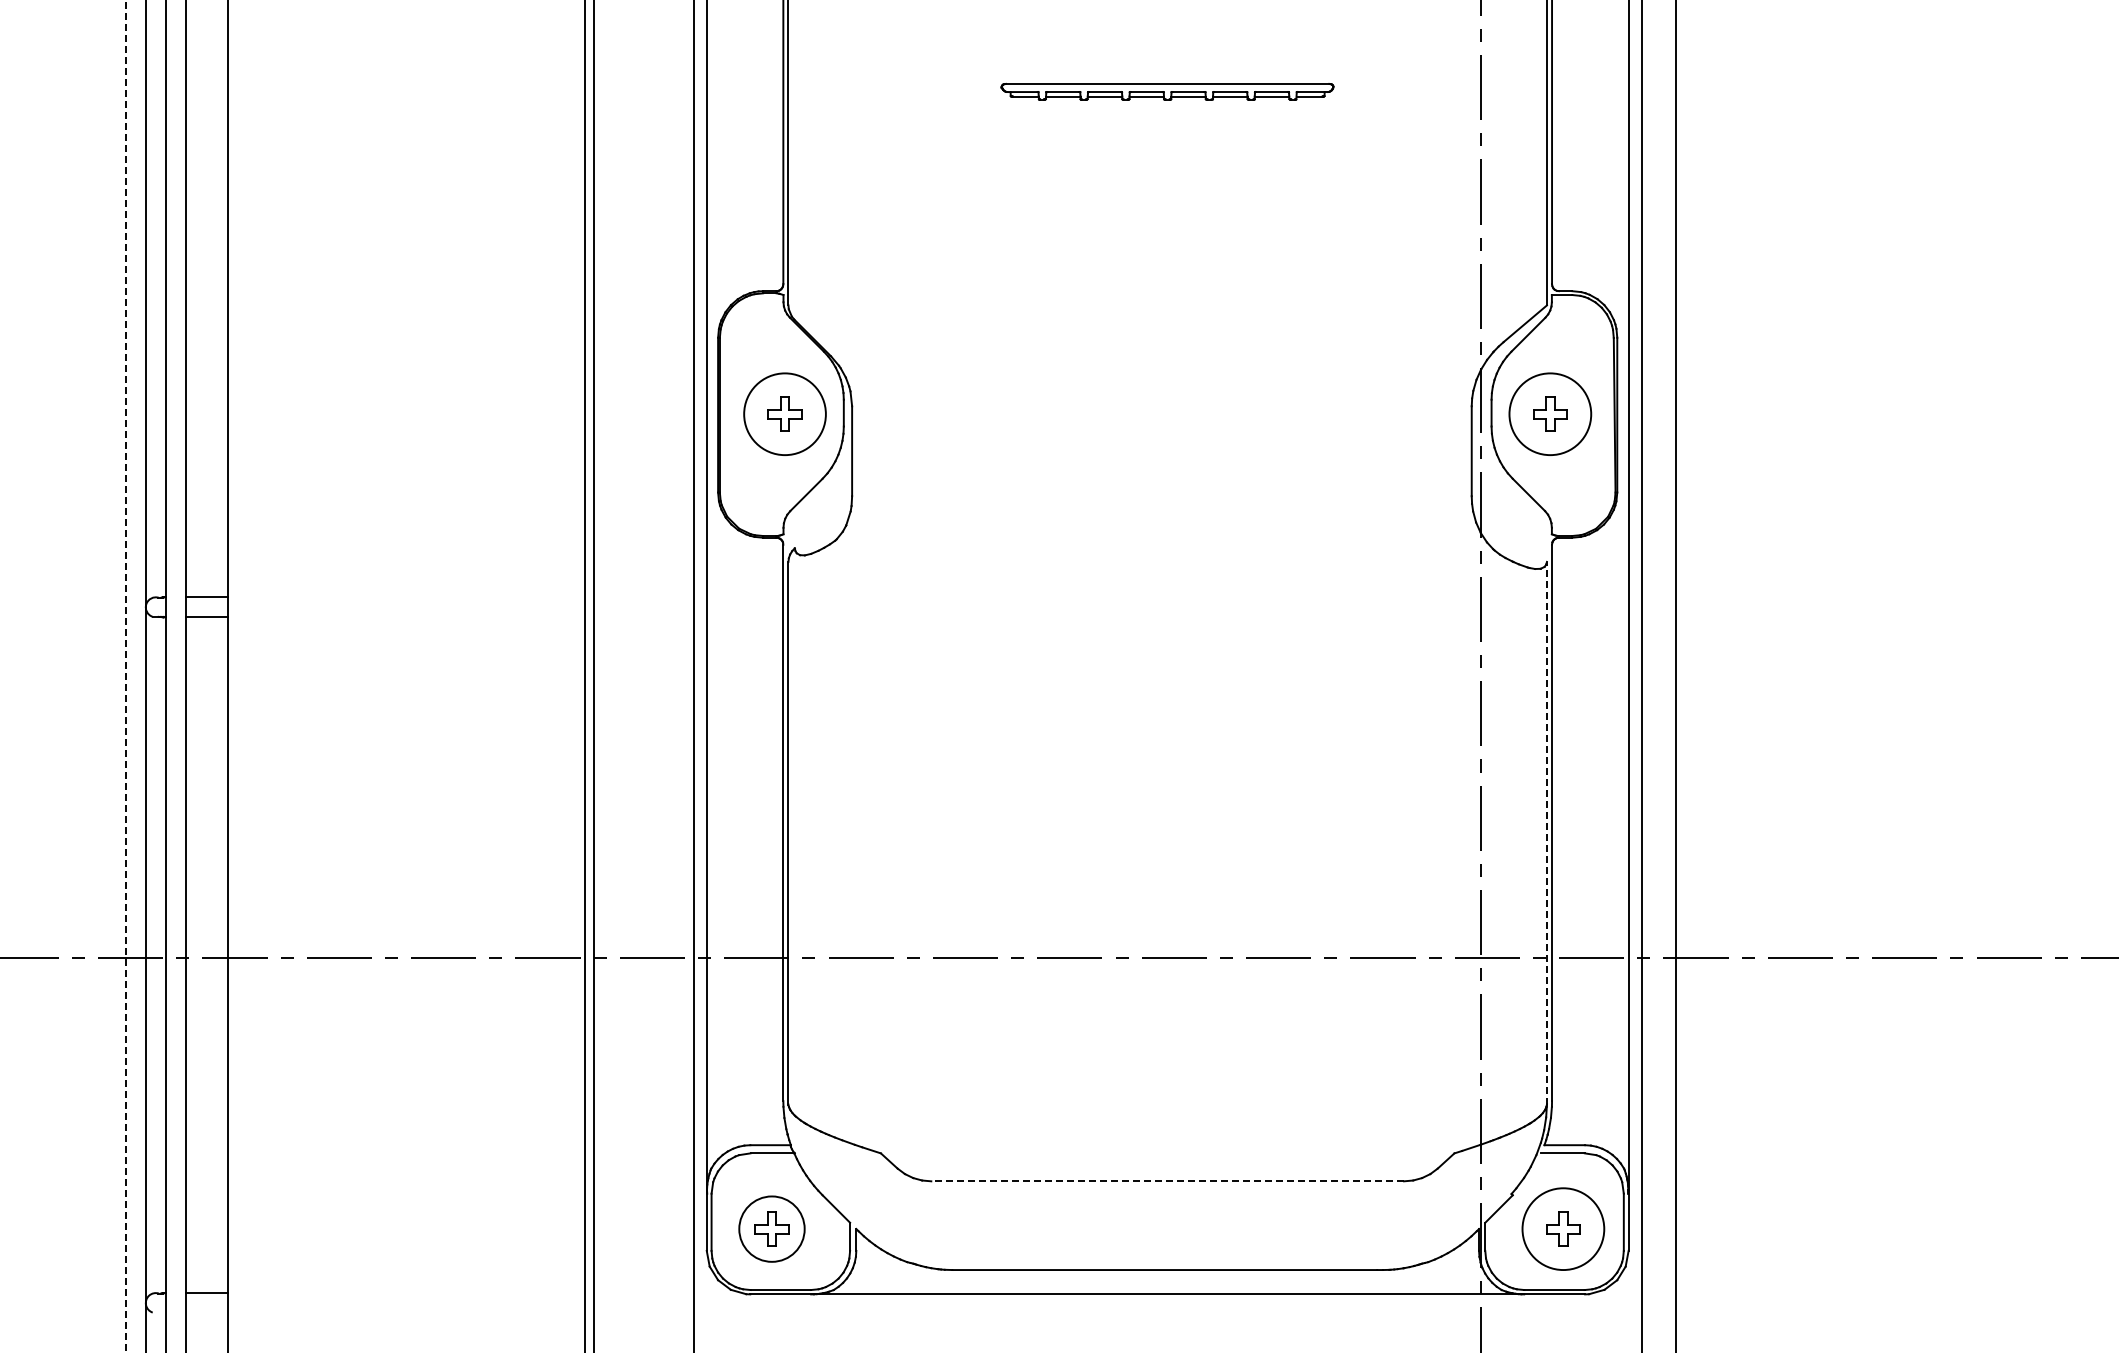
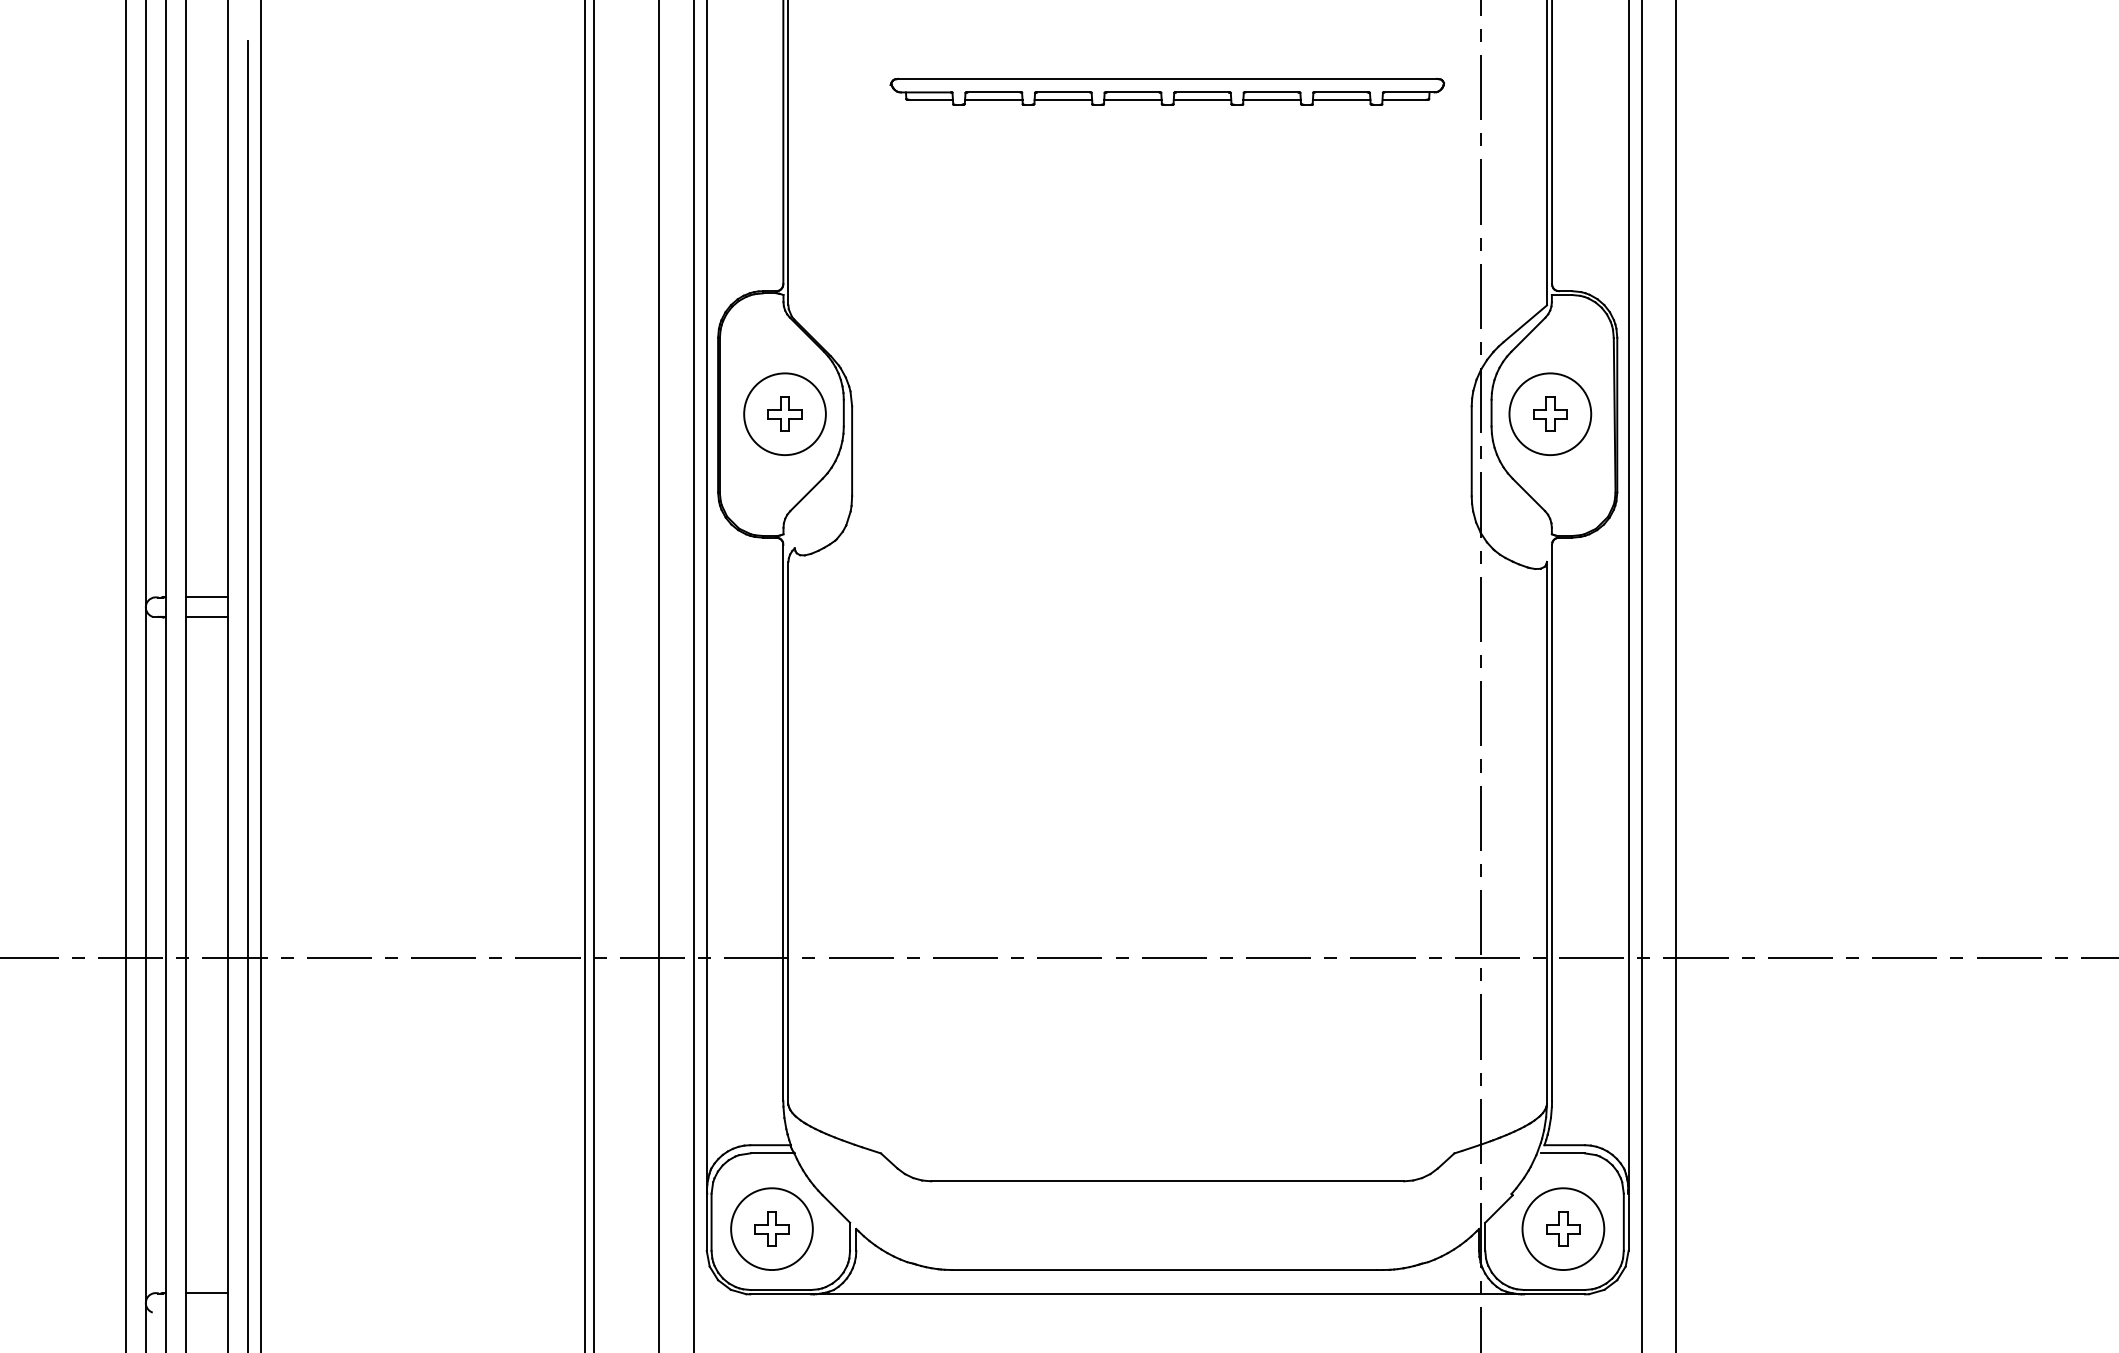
part at (1167, 91) size: 335x18 px -> 557x29 px
line at (260, 675): none -> present
line at (658, 675): none -> present
line at (125, 676): dashed -> solid
line at (247, 694): none -> present
line at (1546, 832): dashed -> solid
line at (1167, 1181): dashed -> solid
circle at (771, 1228) diameter: 65 px -> 82 px
